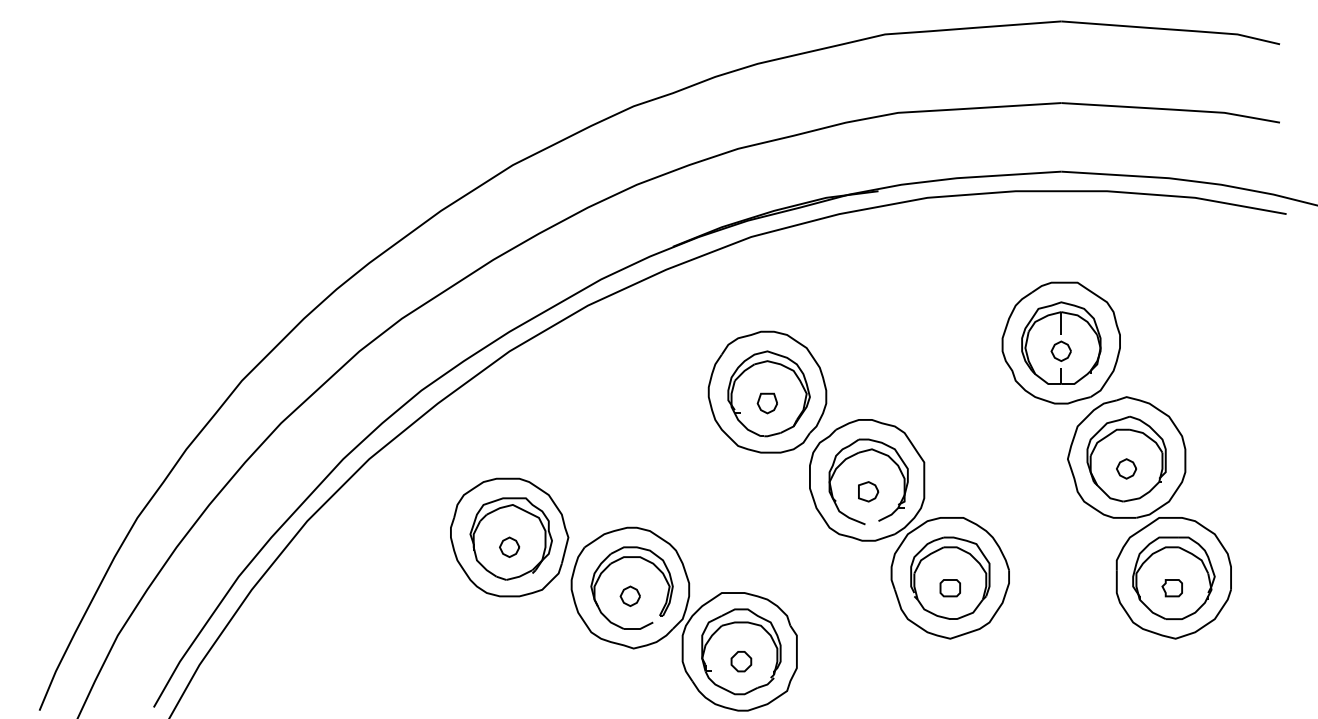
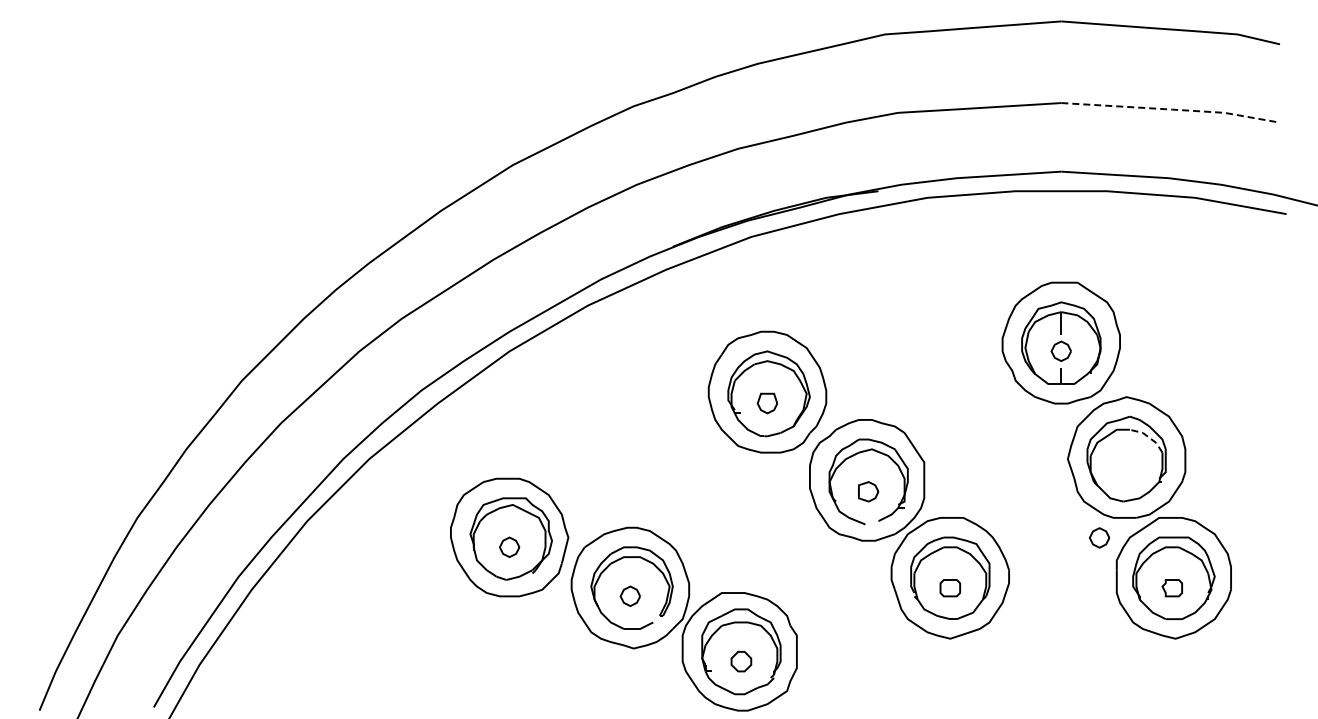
line at (1172, 109): solid -> dashed
line at (1148, 437): solid -> dashed
part at (1126, 468) position: (1126, 468) -> (1099, 537)
